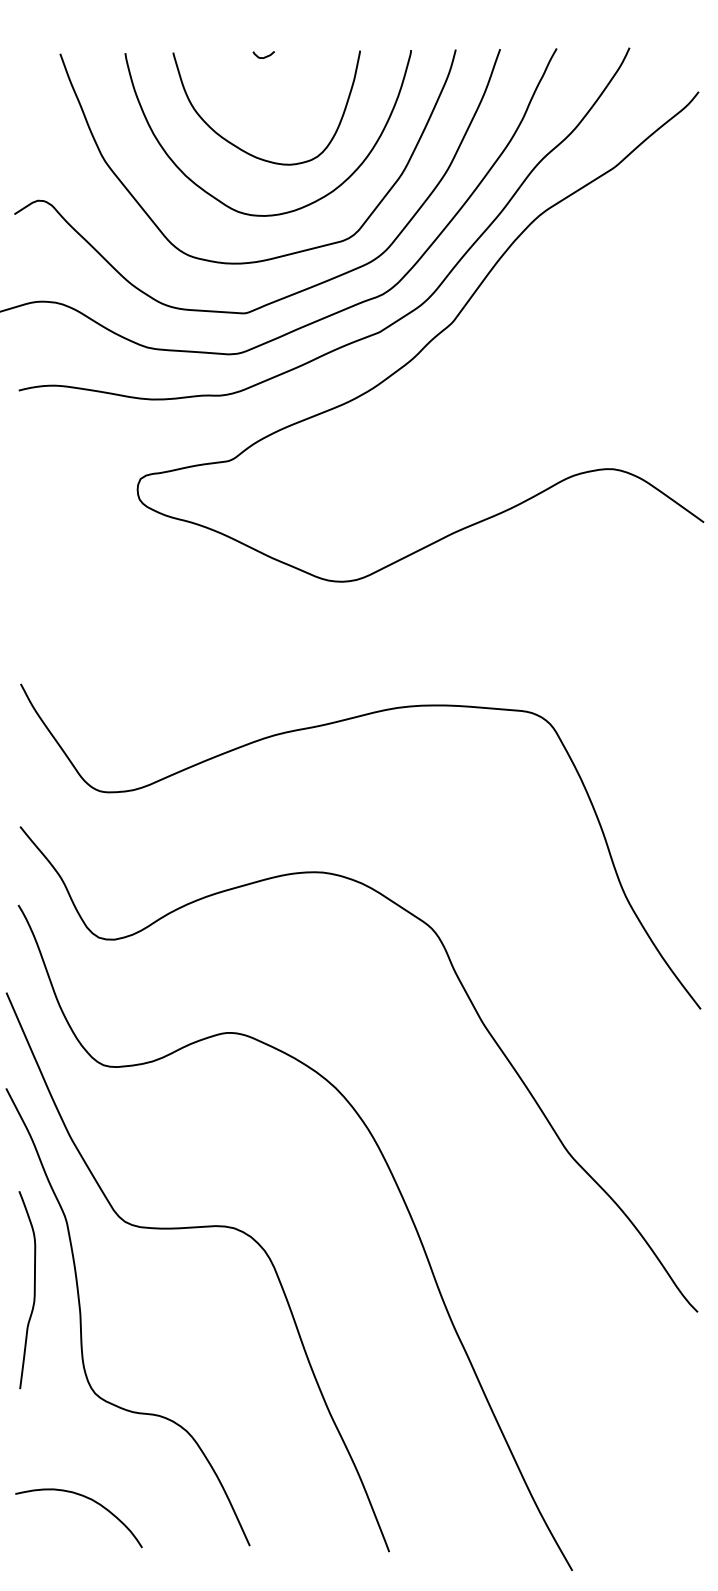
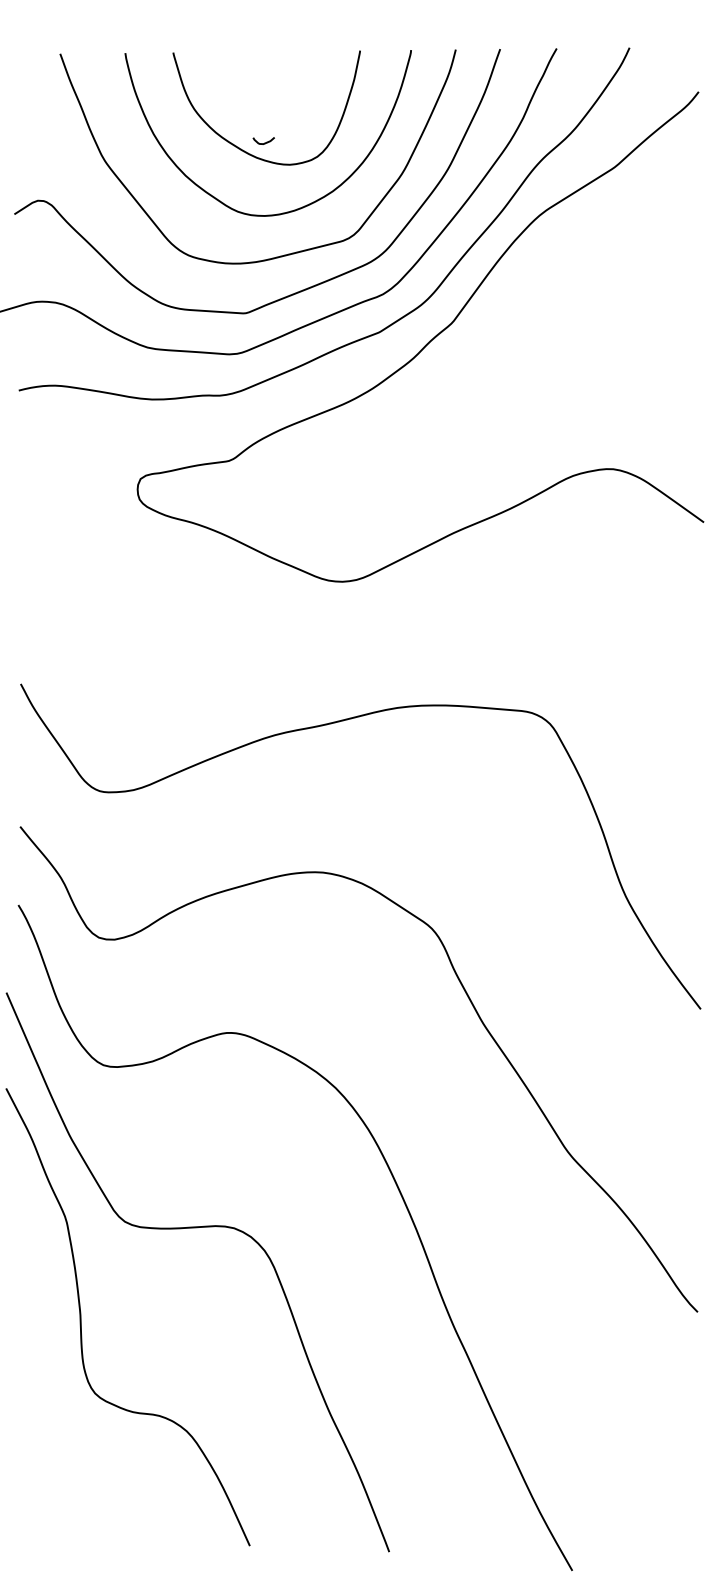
curve at (264, 56) position: (264, 56) -> (264, 142)
curve at (33, 1290): present -> none
curve at (88, 1499): present -> none
